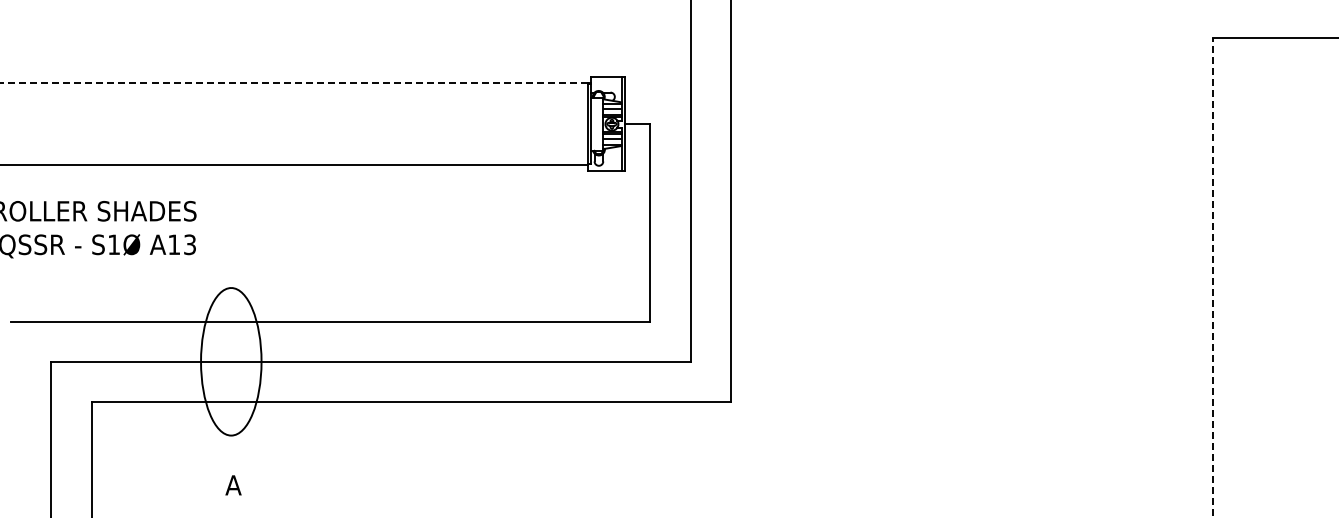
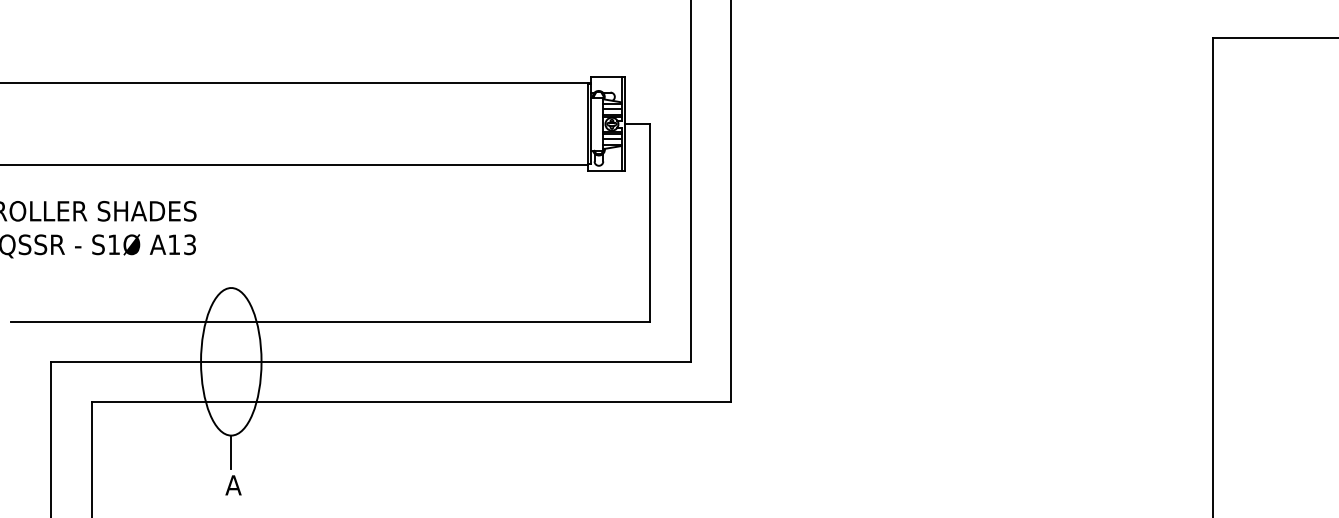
line at (294, 83): dashed -> solid
line at (1212, 277): dashed -> solid
line at (231, 452): none -> present
